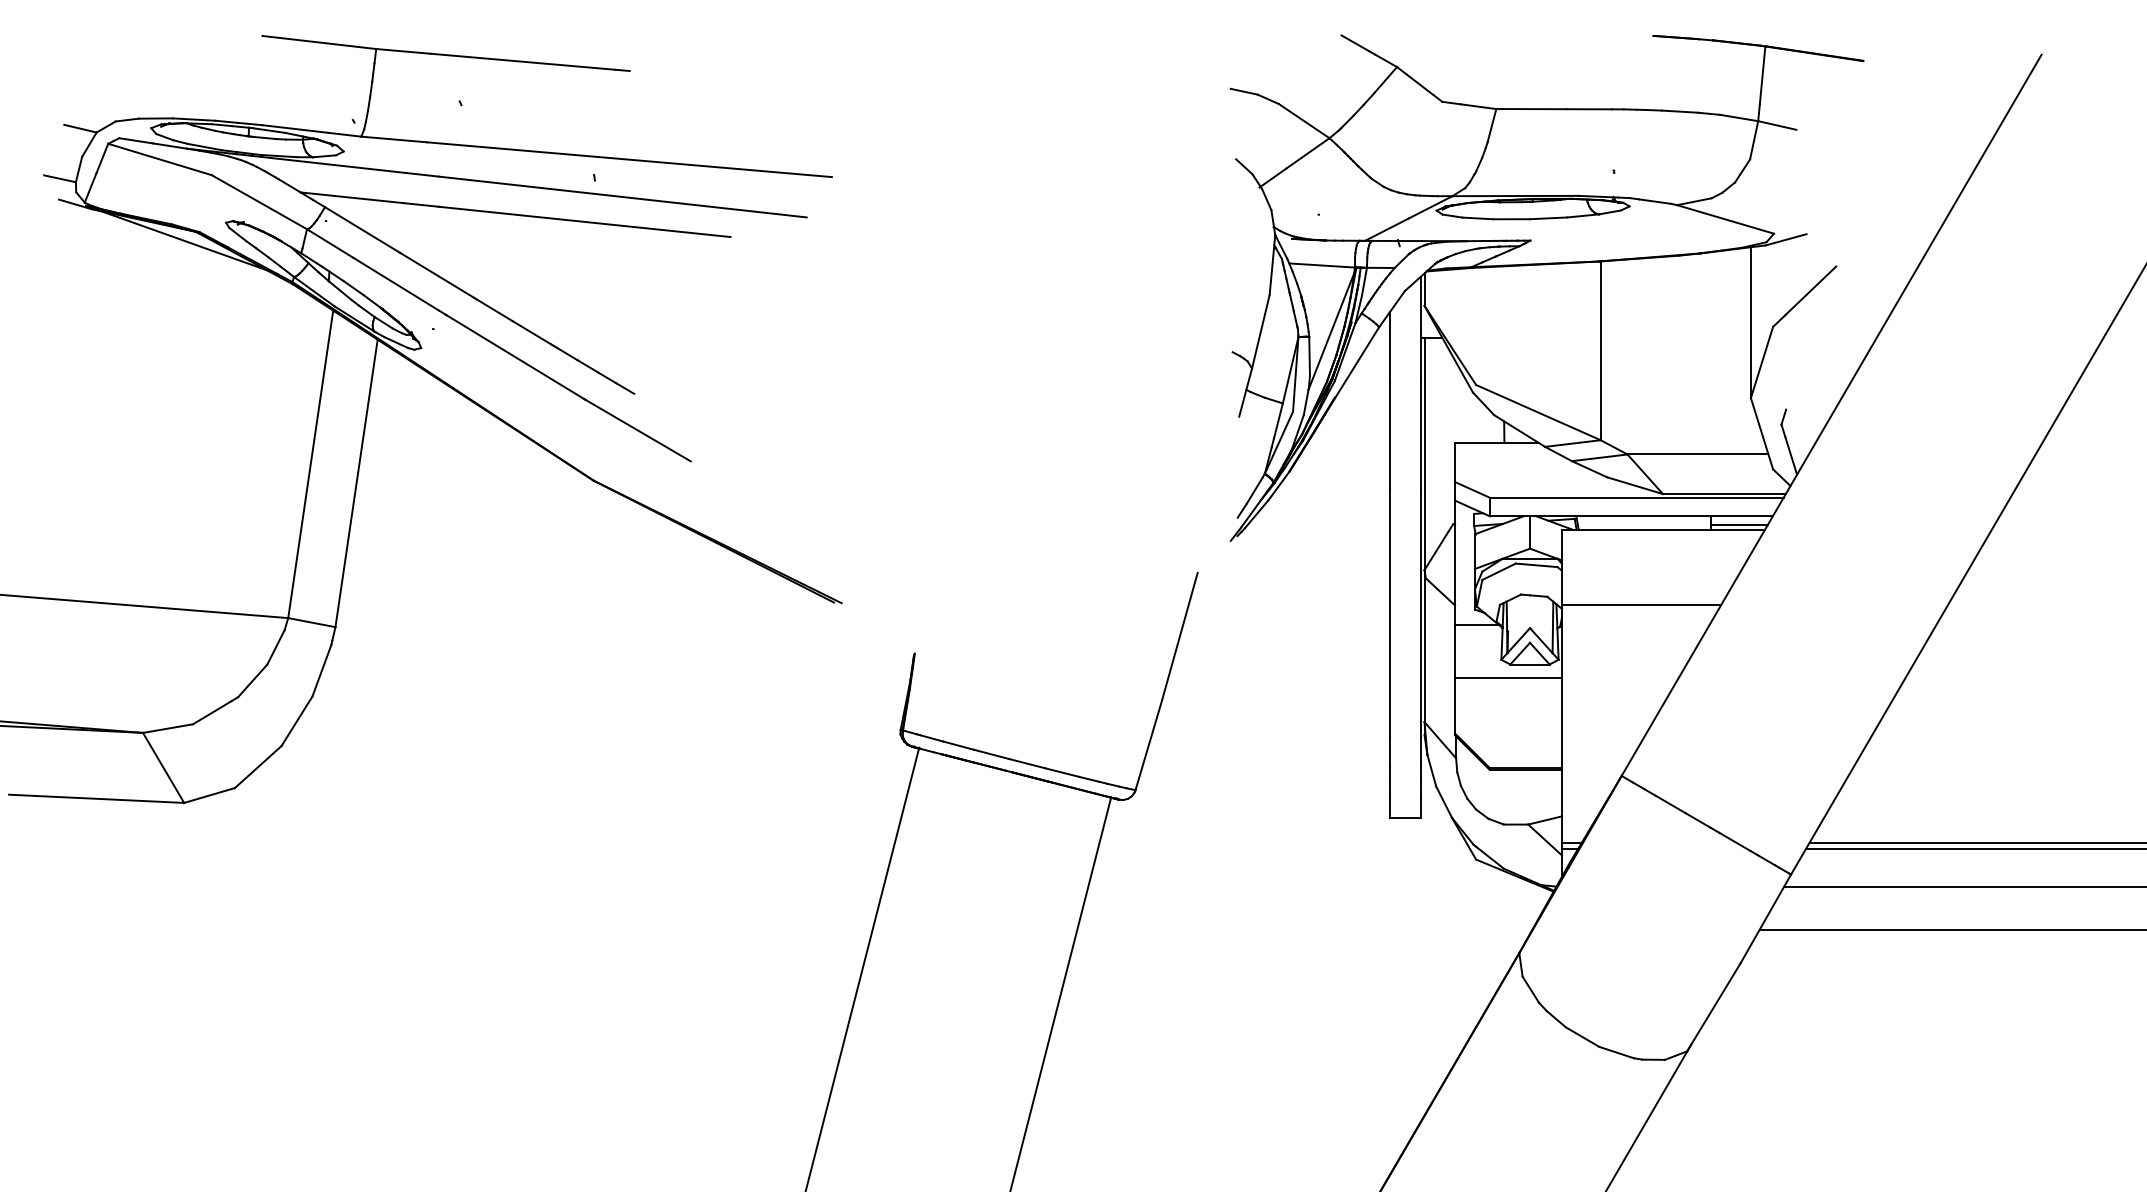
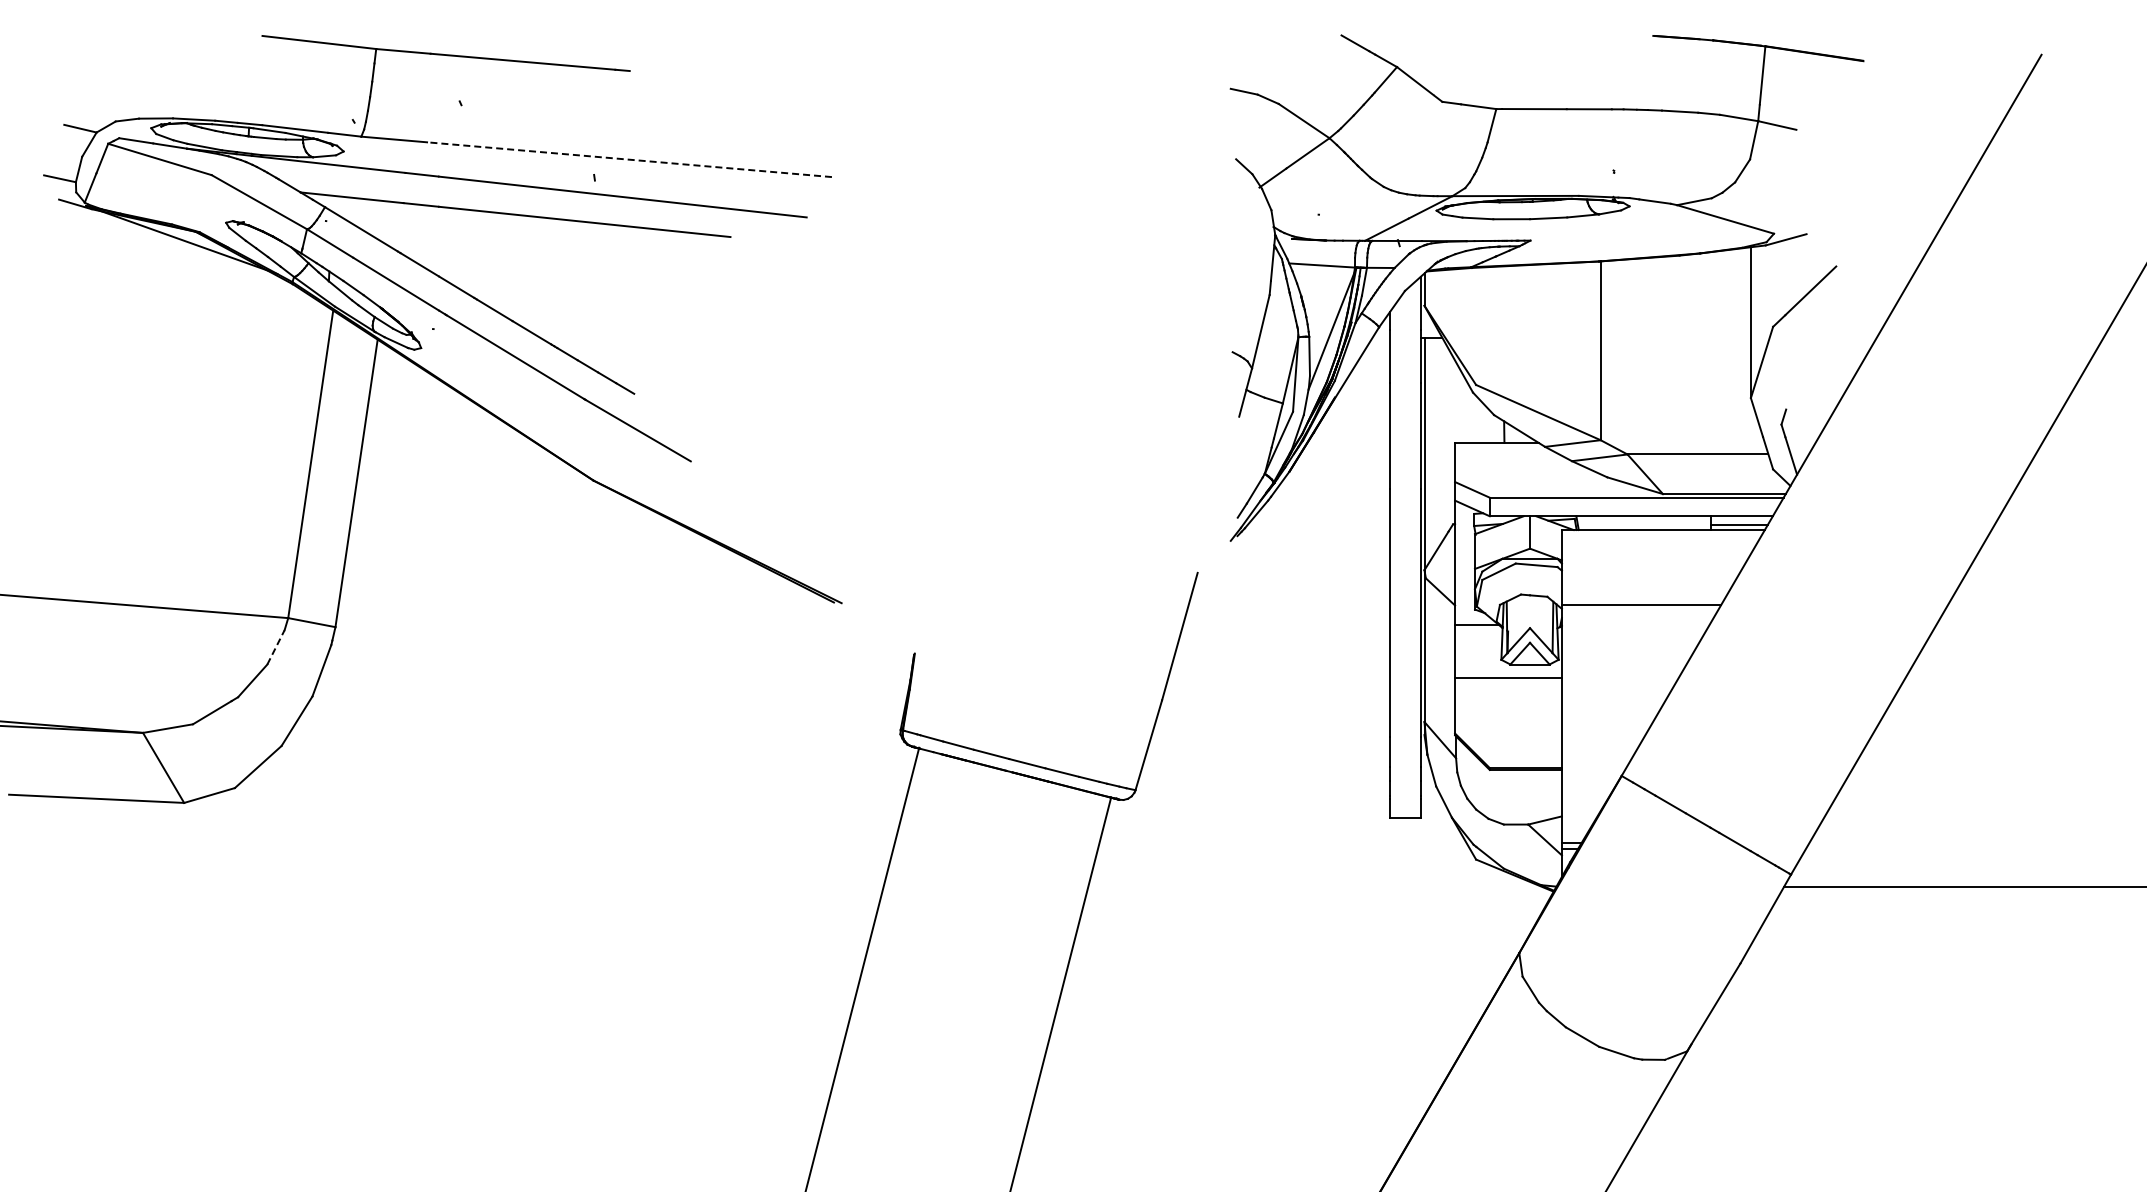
line at (629, 159): solid -> dashed
line at (276, 646): solid -> dashed
line at (1976, 842): present -> none
line at (1974, 849): present -> none
line at (1951, 929): present -> none
